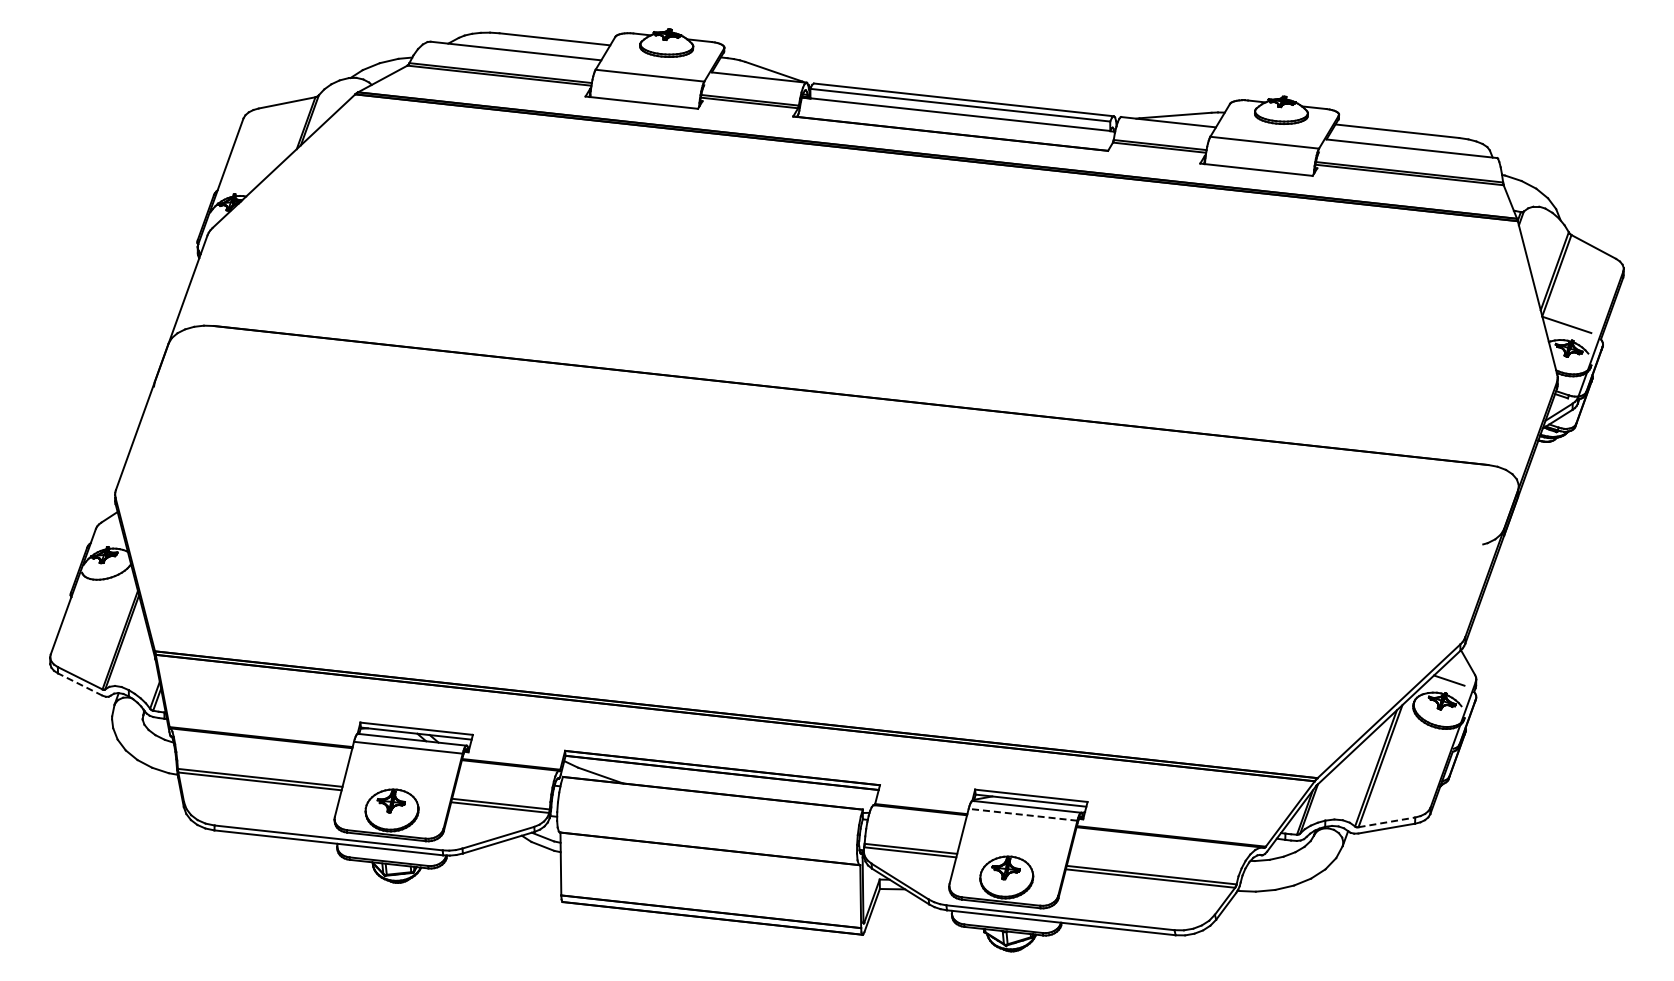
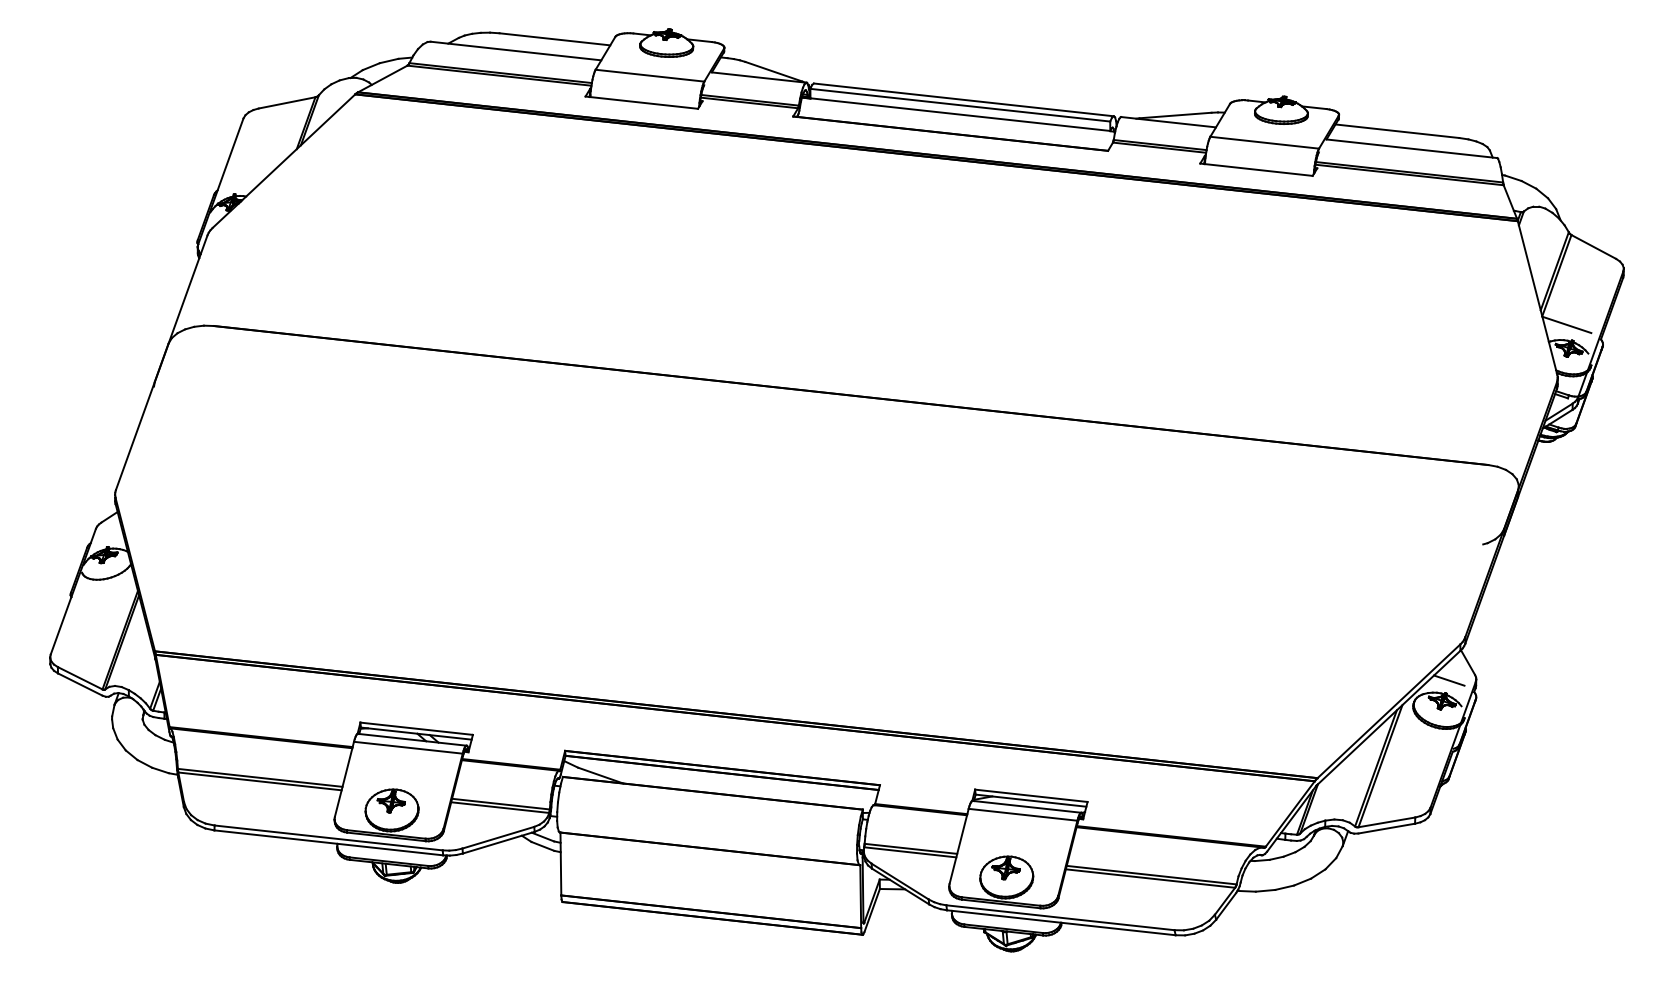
line at (80, 684): dashed -> solid
line at (1023, 814): dashed -> solid
line at (1386, 822): dashed -> solid
